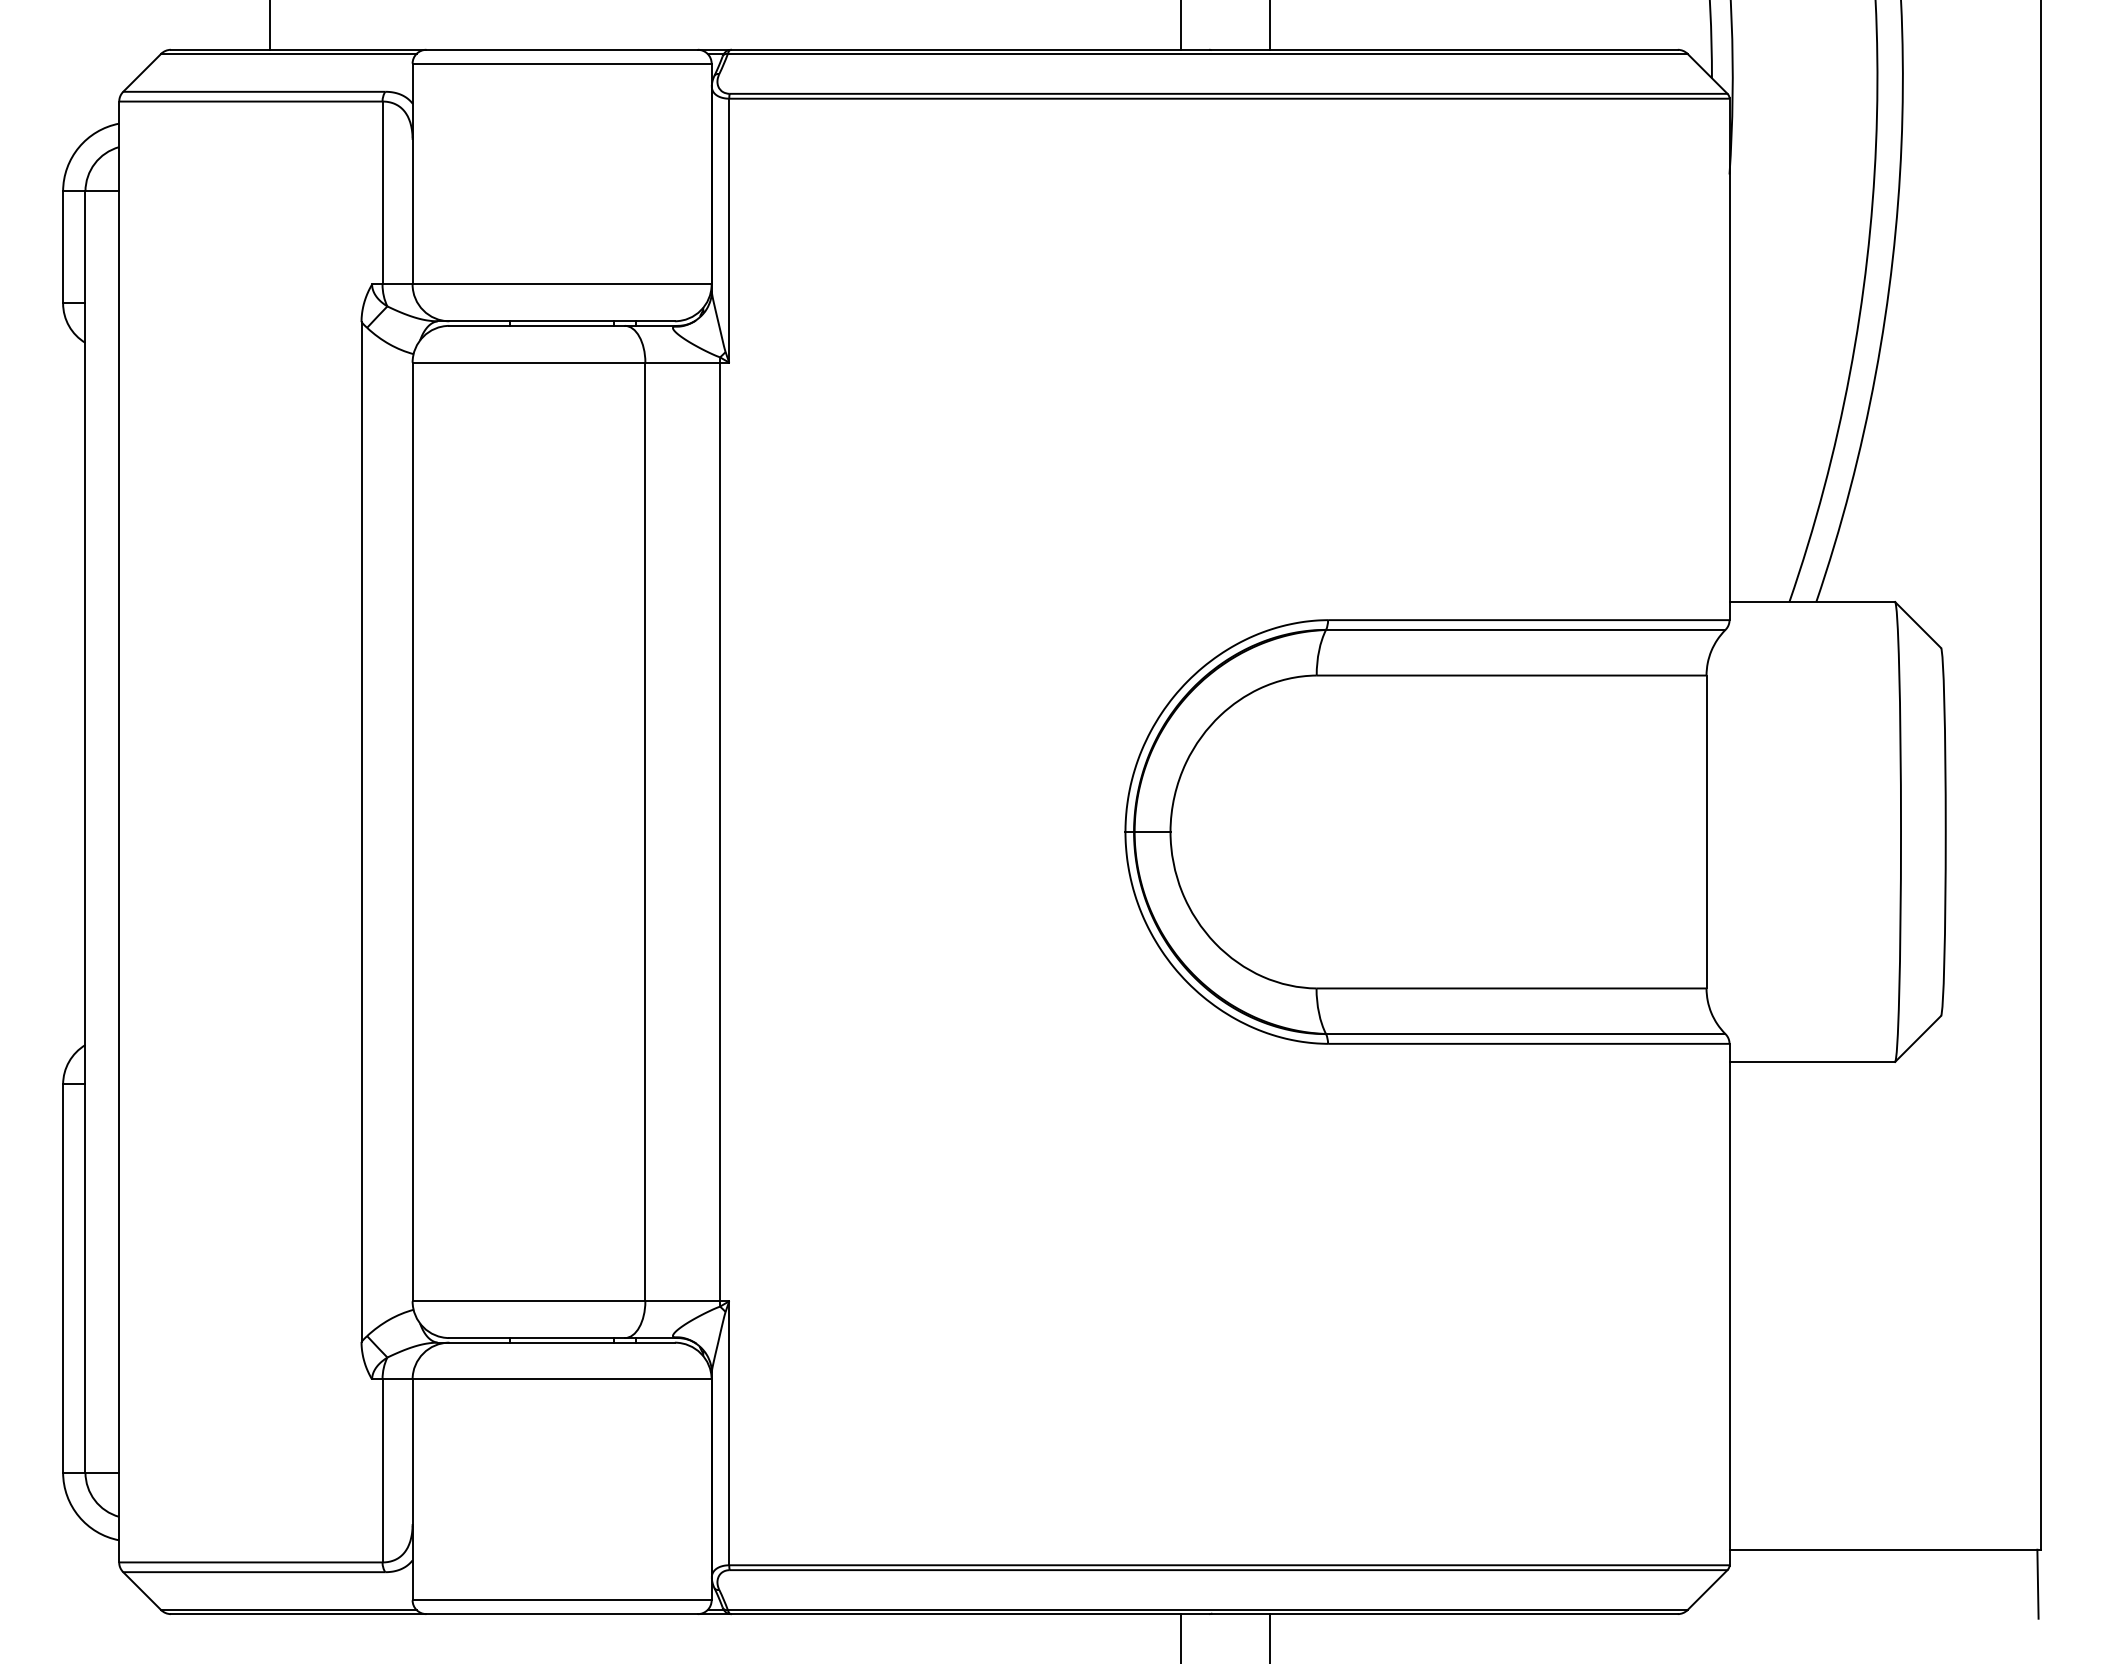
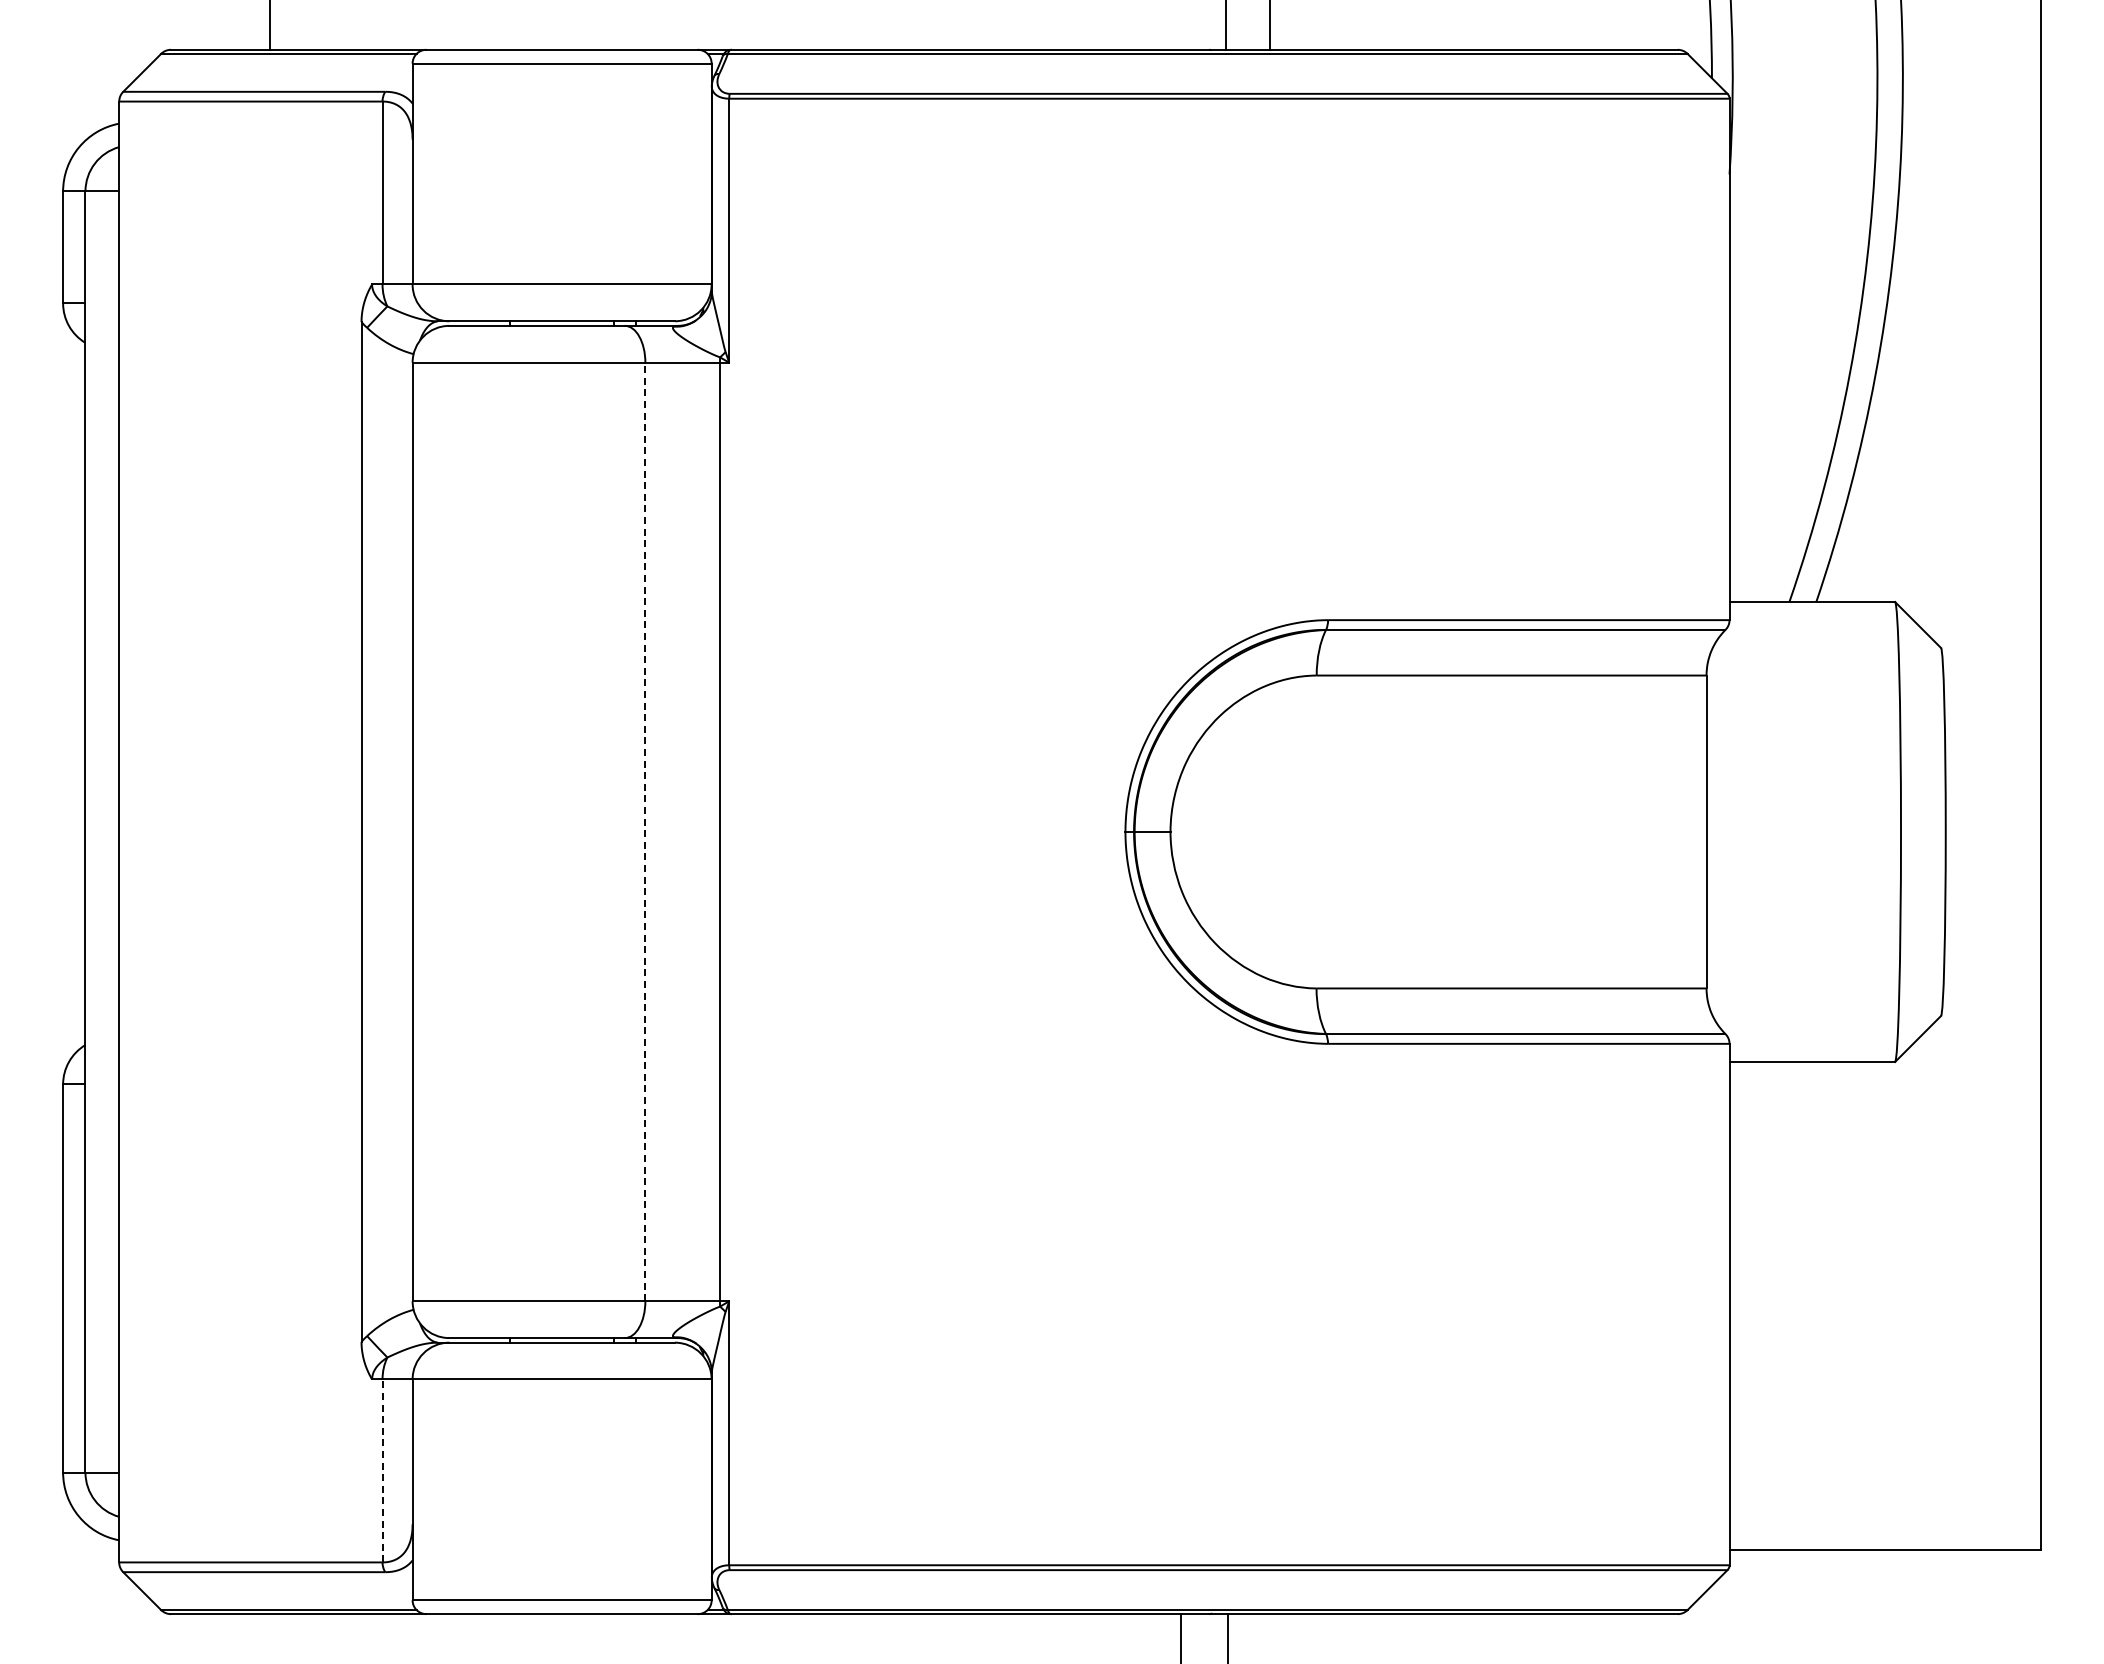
line at (1180, 25) position: (1180, 25) -> (1225, 25)
line at (645, 831): solid -> dashed
line at (382, 1470): solid -> dashed
line at (2037, 1583): present -> none
line at (1270, 1637) position: (1270, 1637) -> (1228, 1637)
